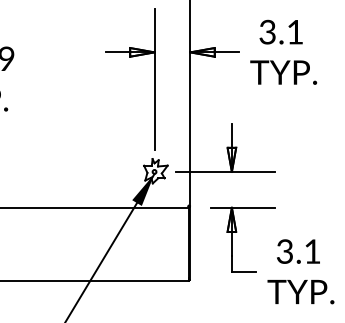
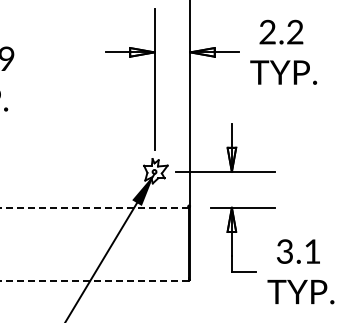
text at (281, 31): 3.1 -> 2.2
line at (94, 207): solid -> dashed
line at (94, 281): solid -> dashed
